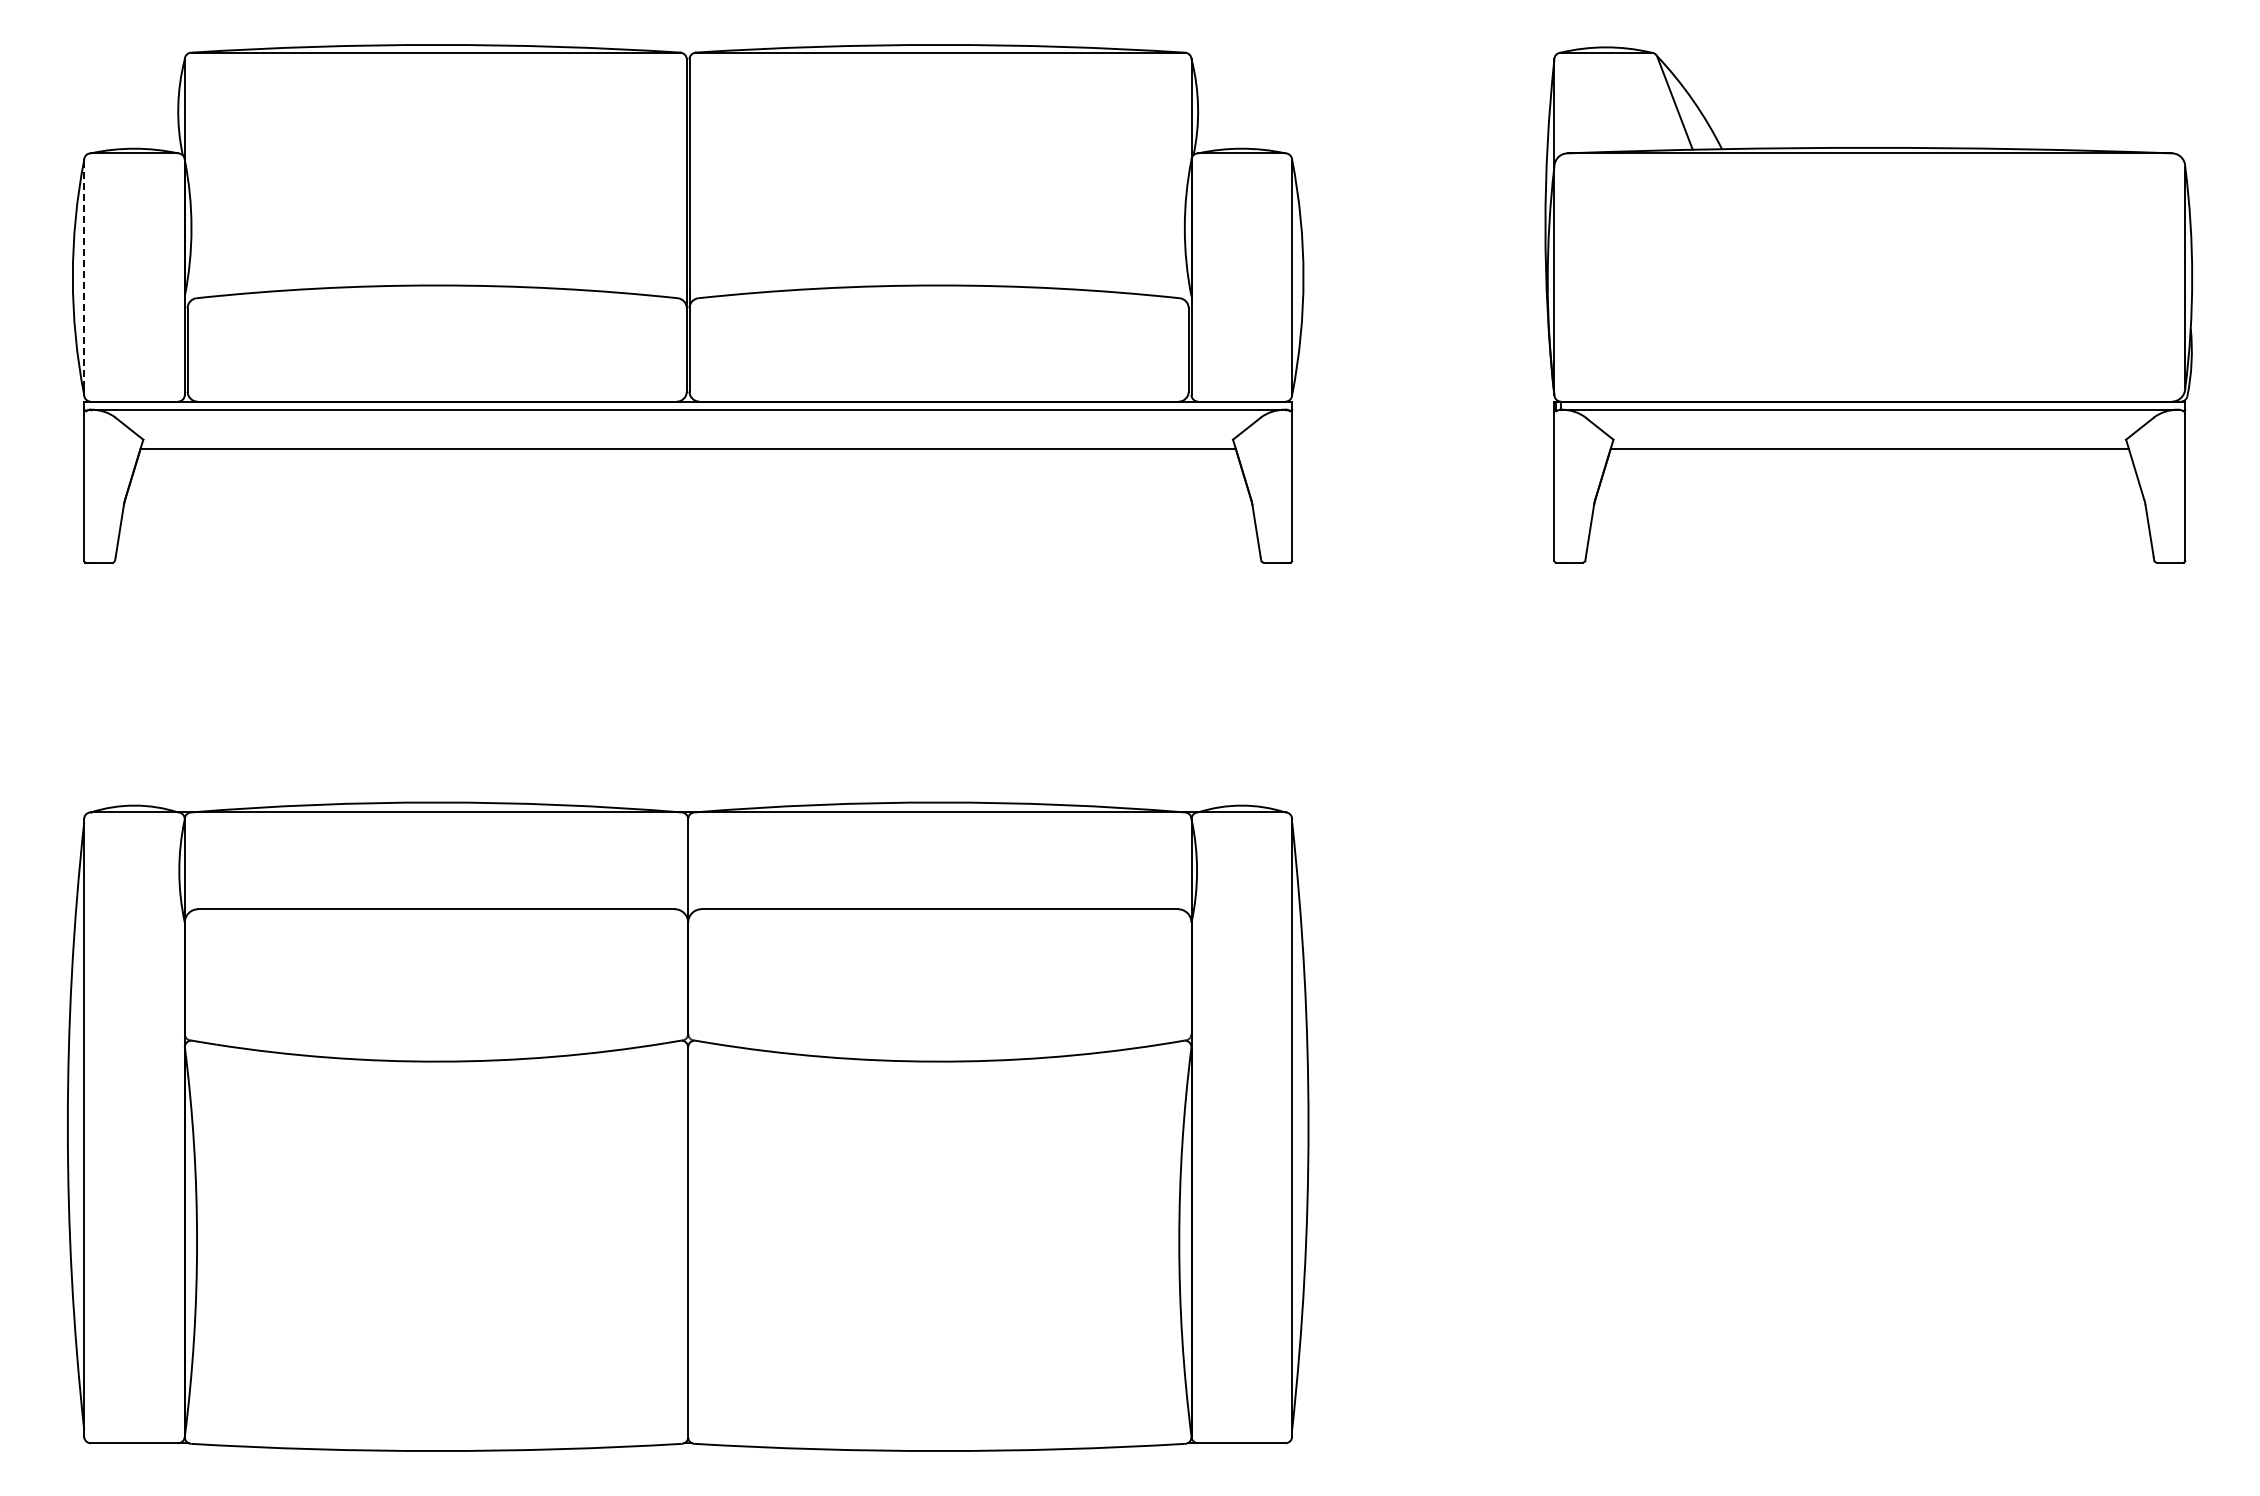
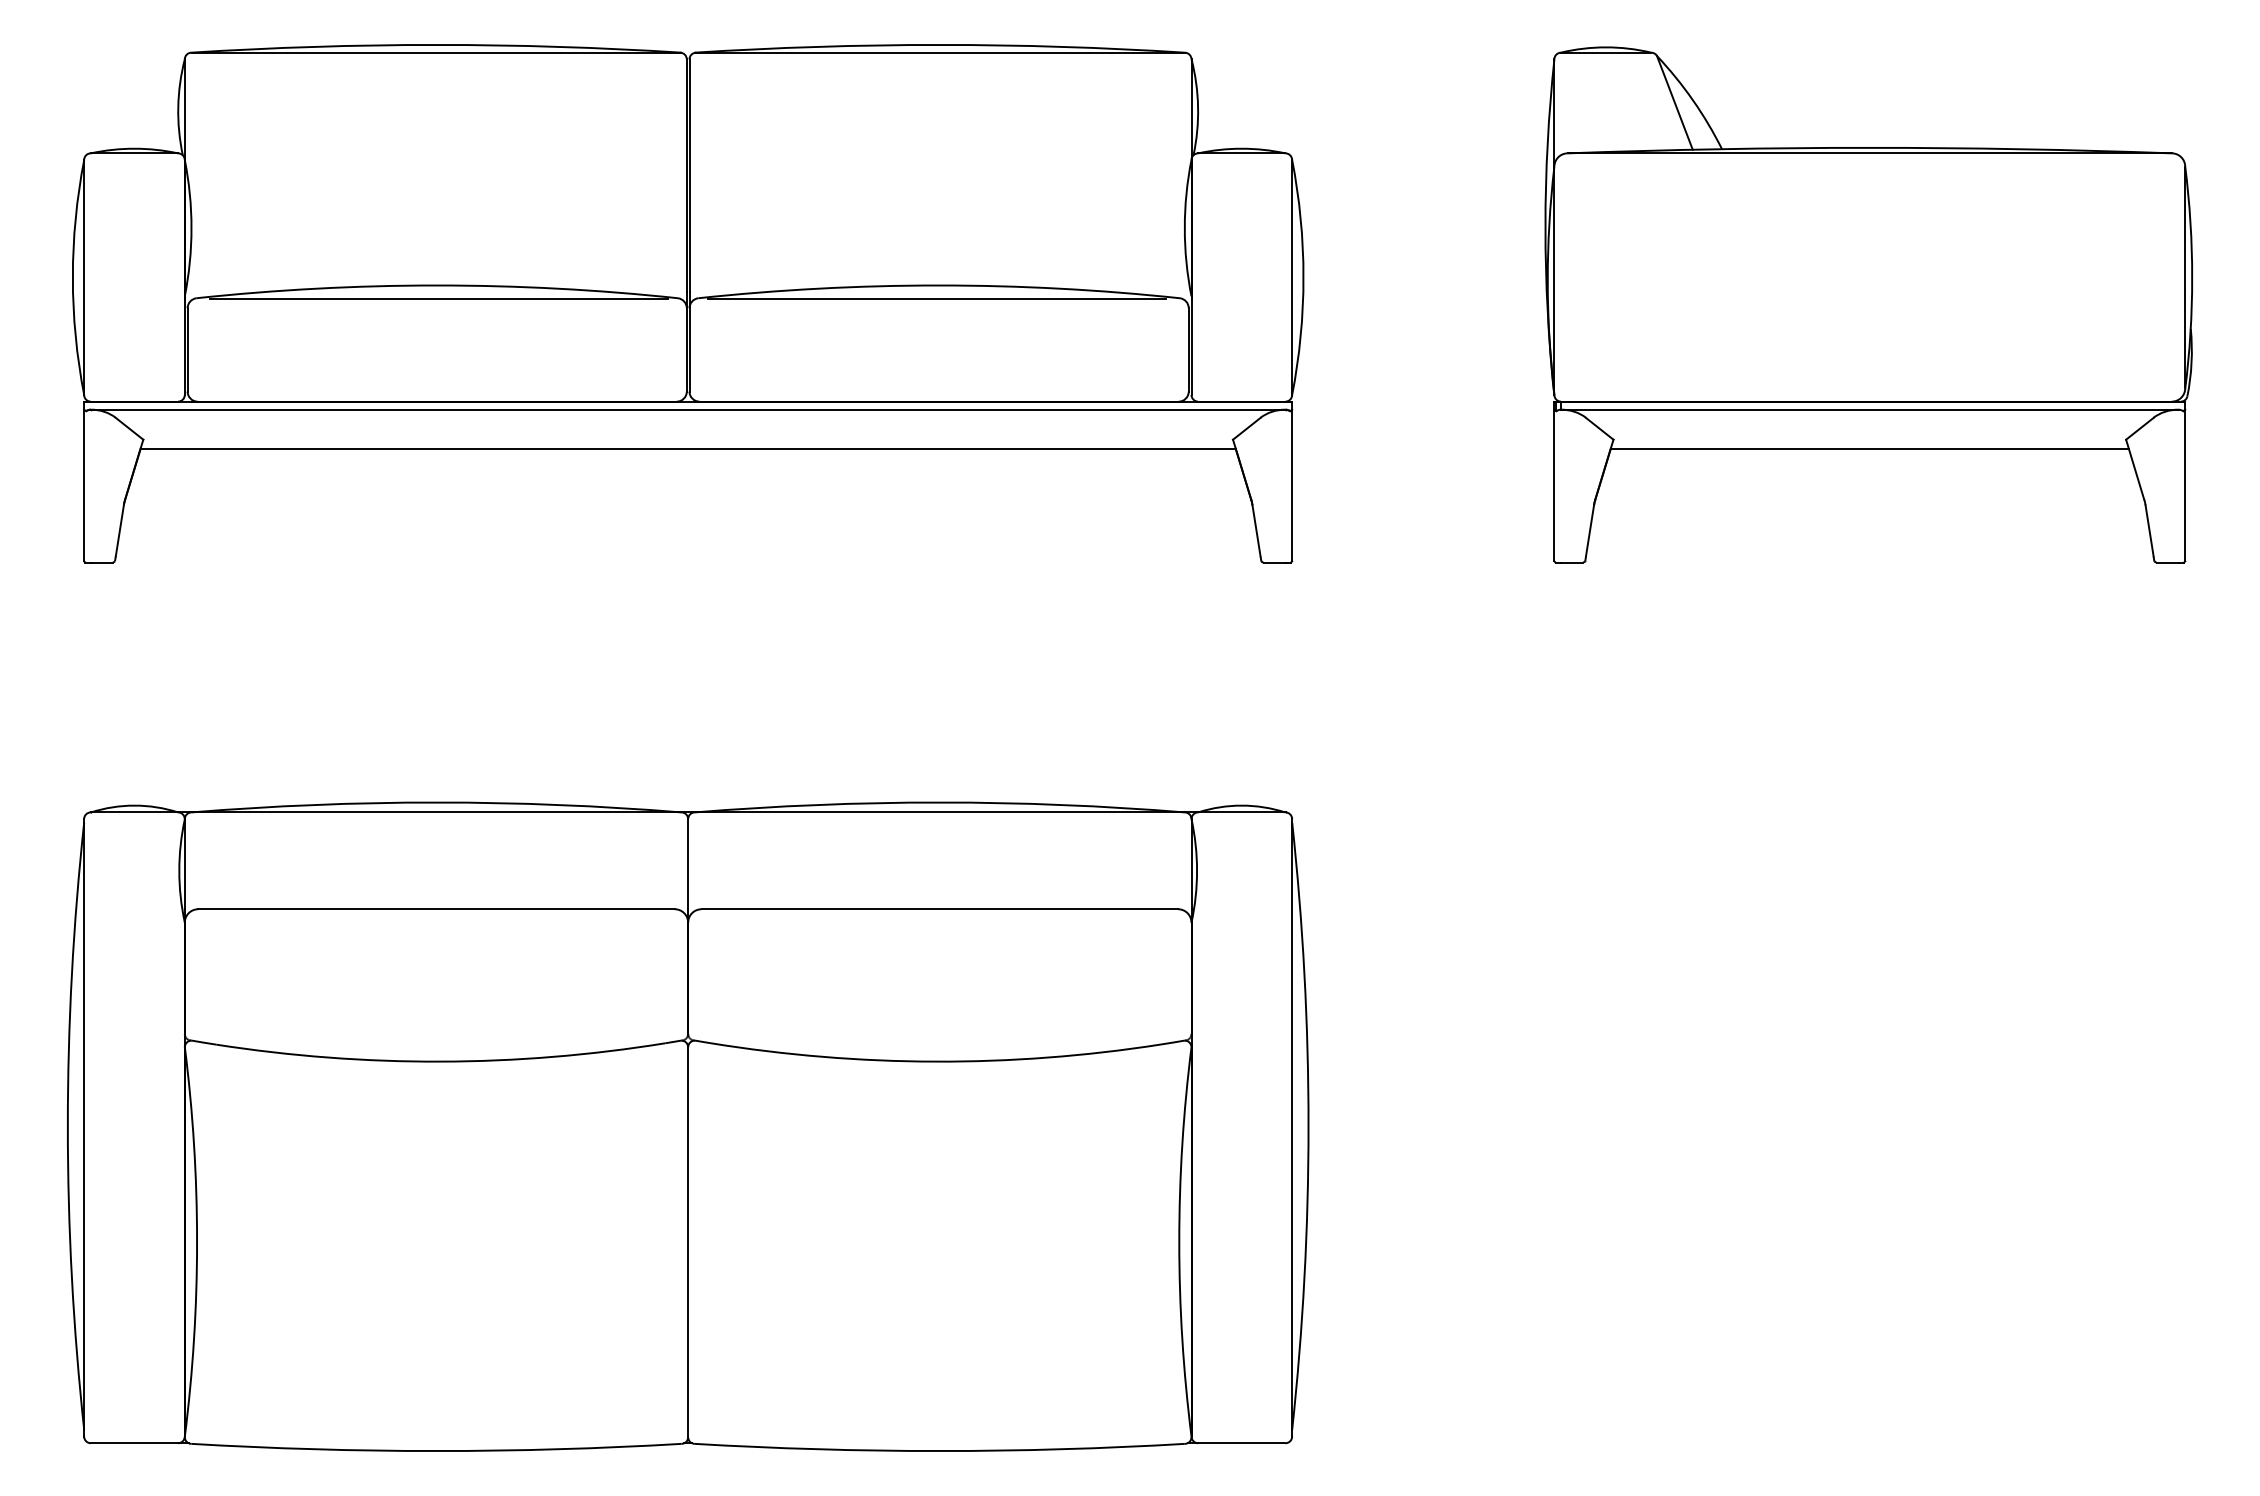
line at (84, 277): dashed -> solid
line at (438, 298): none -> present
line at (937, 298): none -> present
